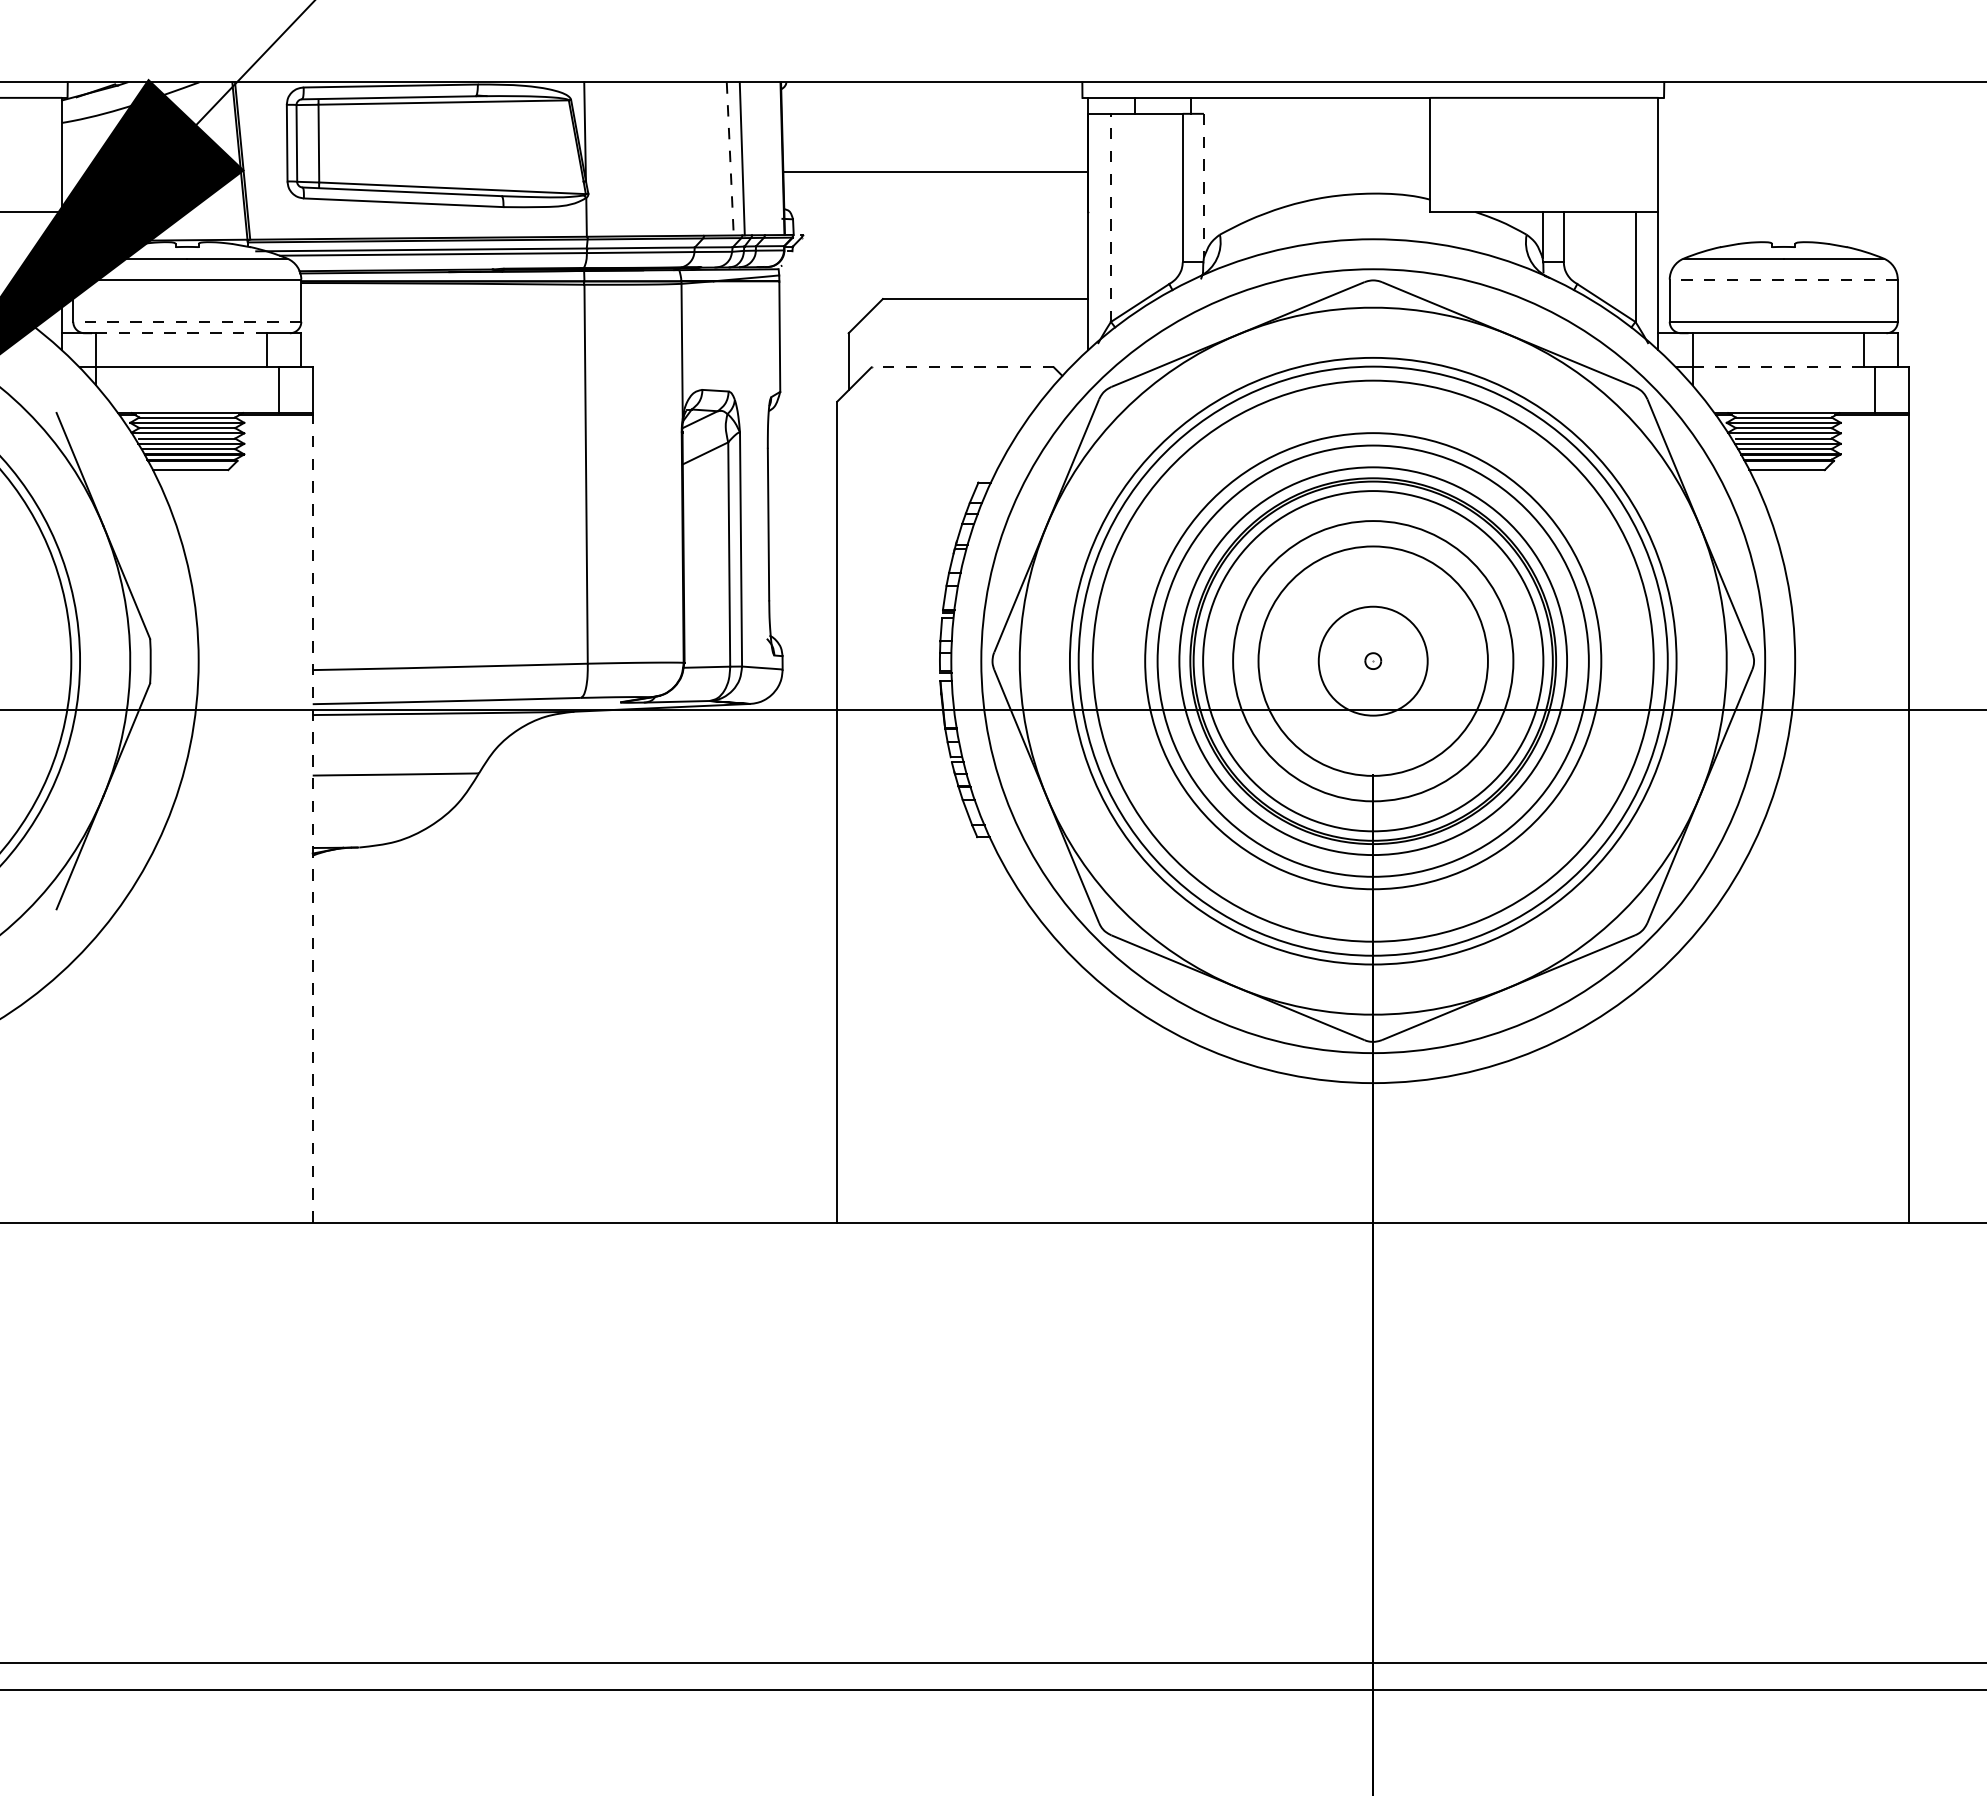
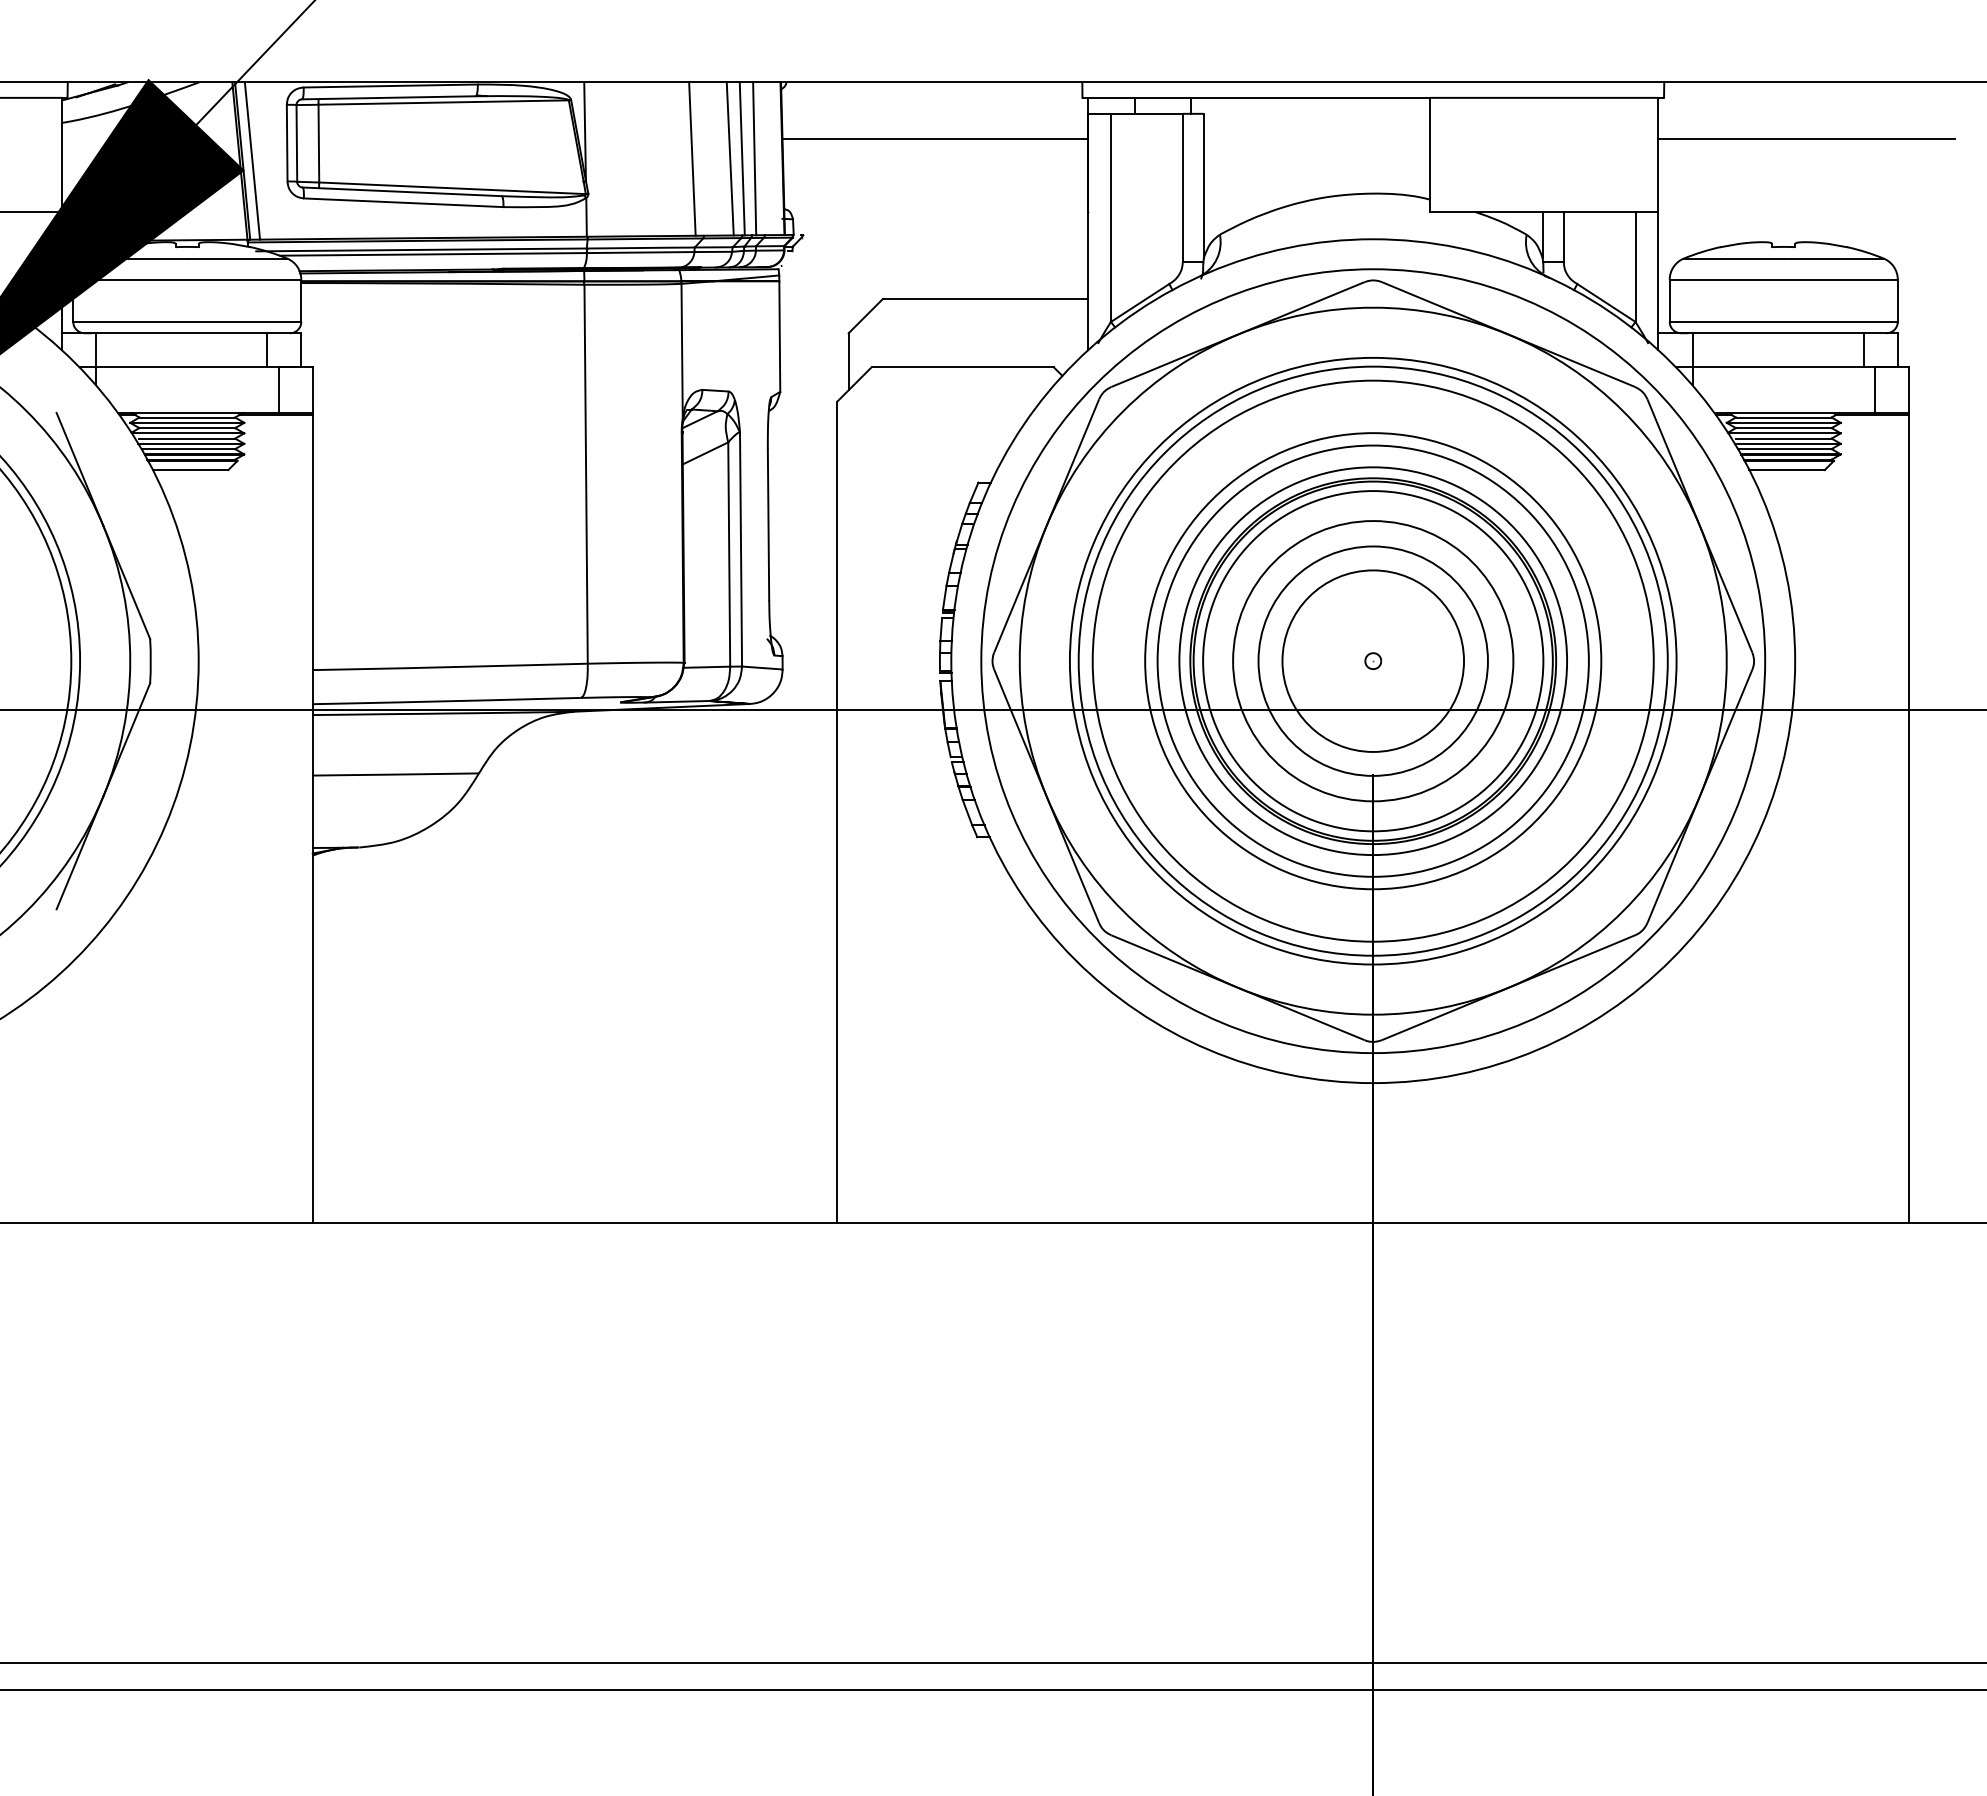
line at (1806, 139): none -> present
line at (692, 158): none -> present
line at (730, 158): dashed -> solid
line at (754, 158): none -> present
line at (252, 160): none -> present
line at (935, 172) position: (935, 172) -> (935, 139)
line at (1203, 185): dashed -> solid
line at (1110, 217): dashed -> solid
line at (1783, 279): dashed -> solid
line at (186, 321): dashed -> solid
line at (181, 333): dashed -> solid
line at (962, 367): dashed -> solid
line at (1778, 367): dashed -> solid
circle at (1372, 660) diameter: 109 px -> 182 px
line at (312, 819): dashed -> solid
